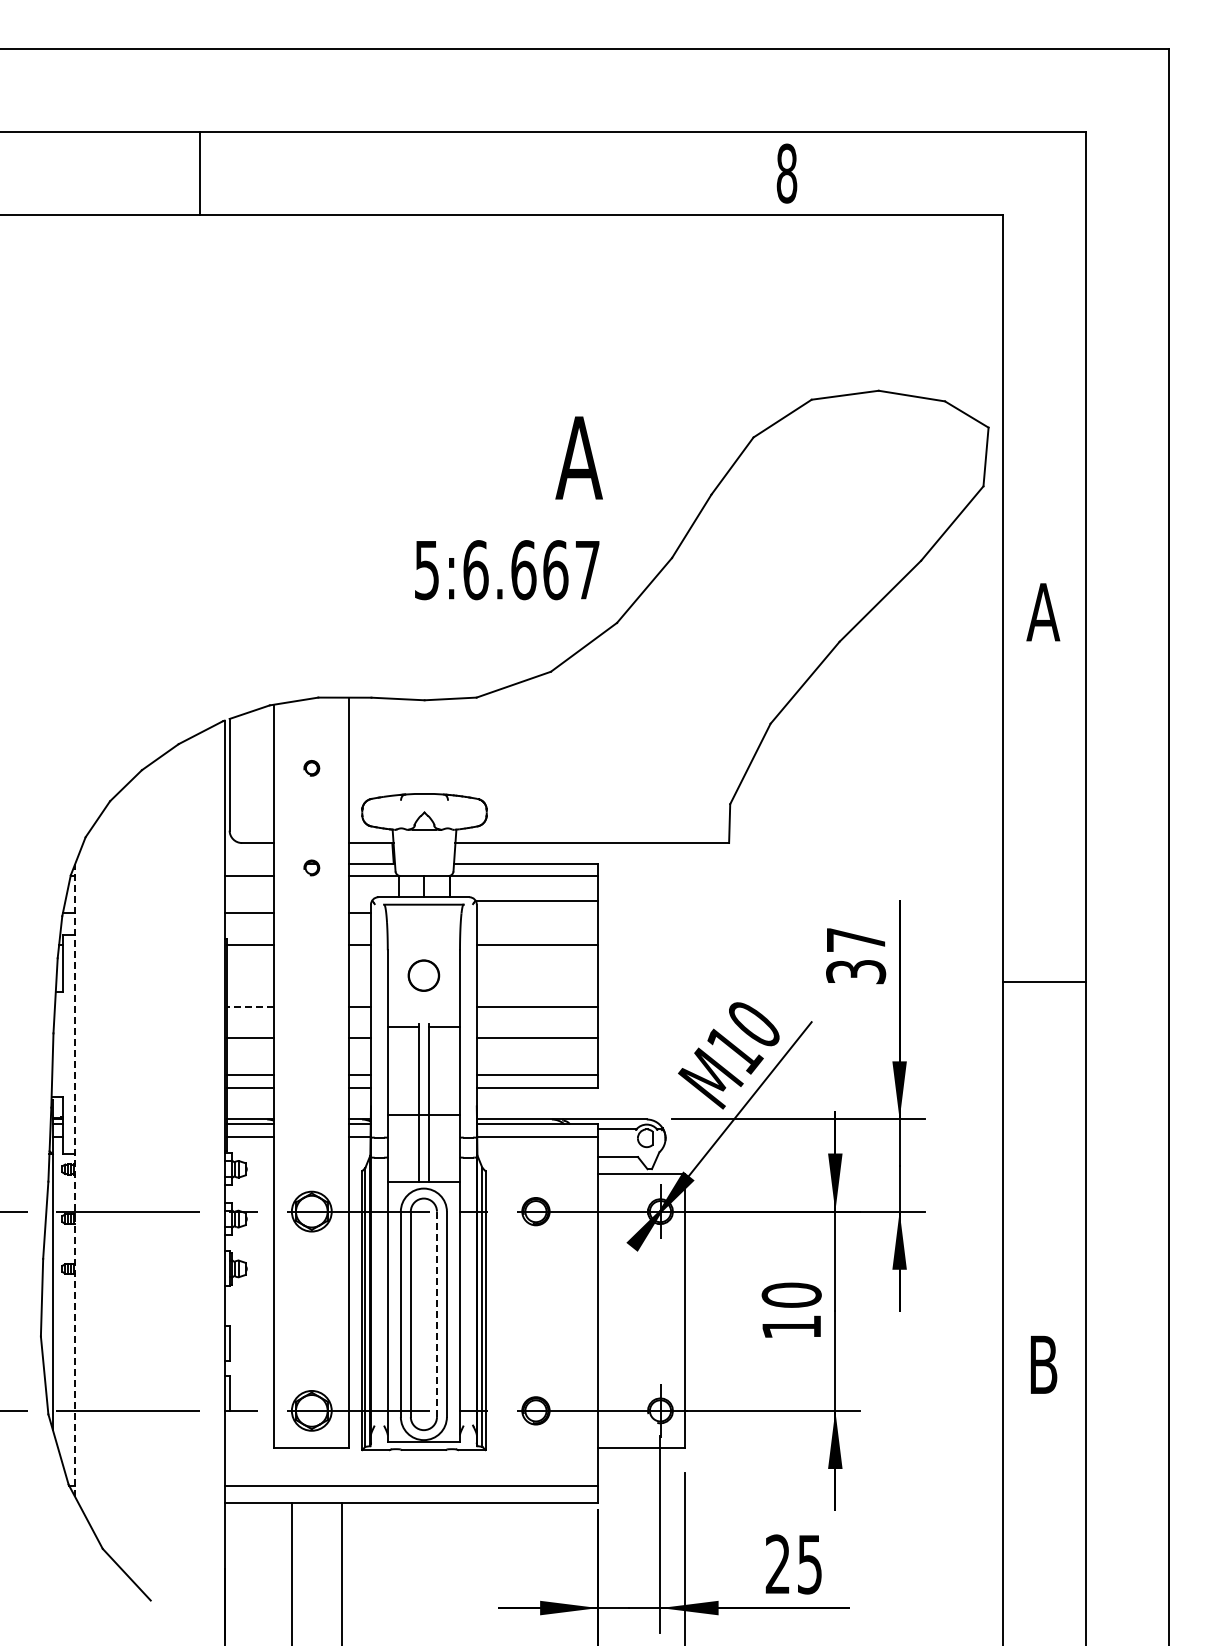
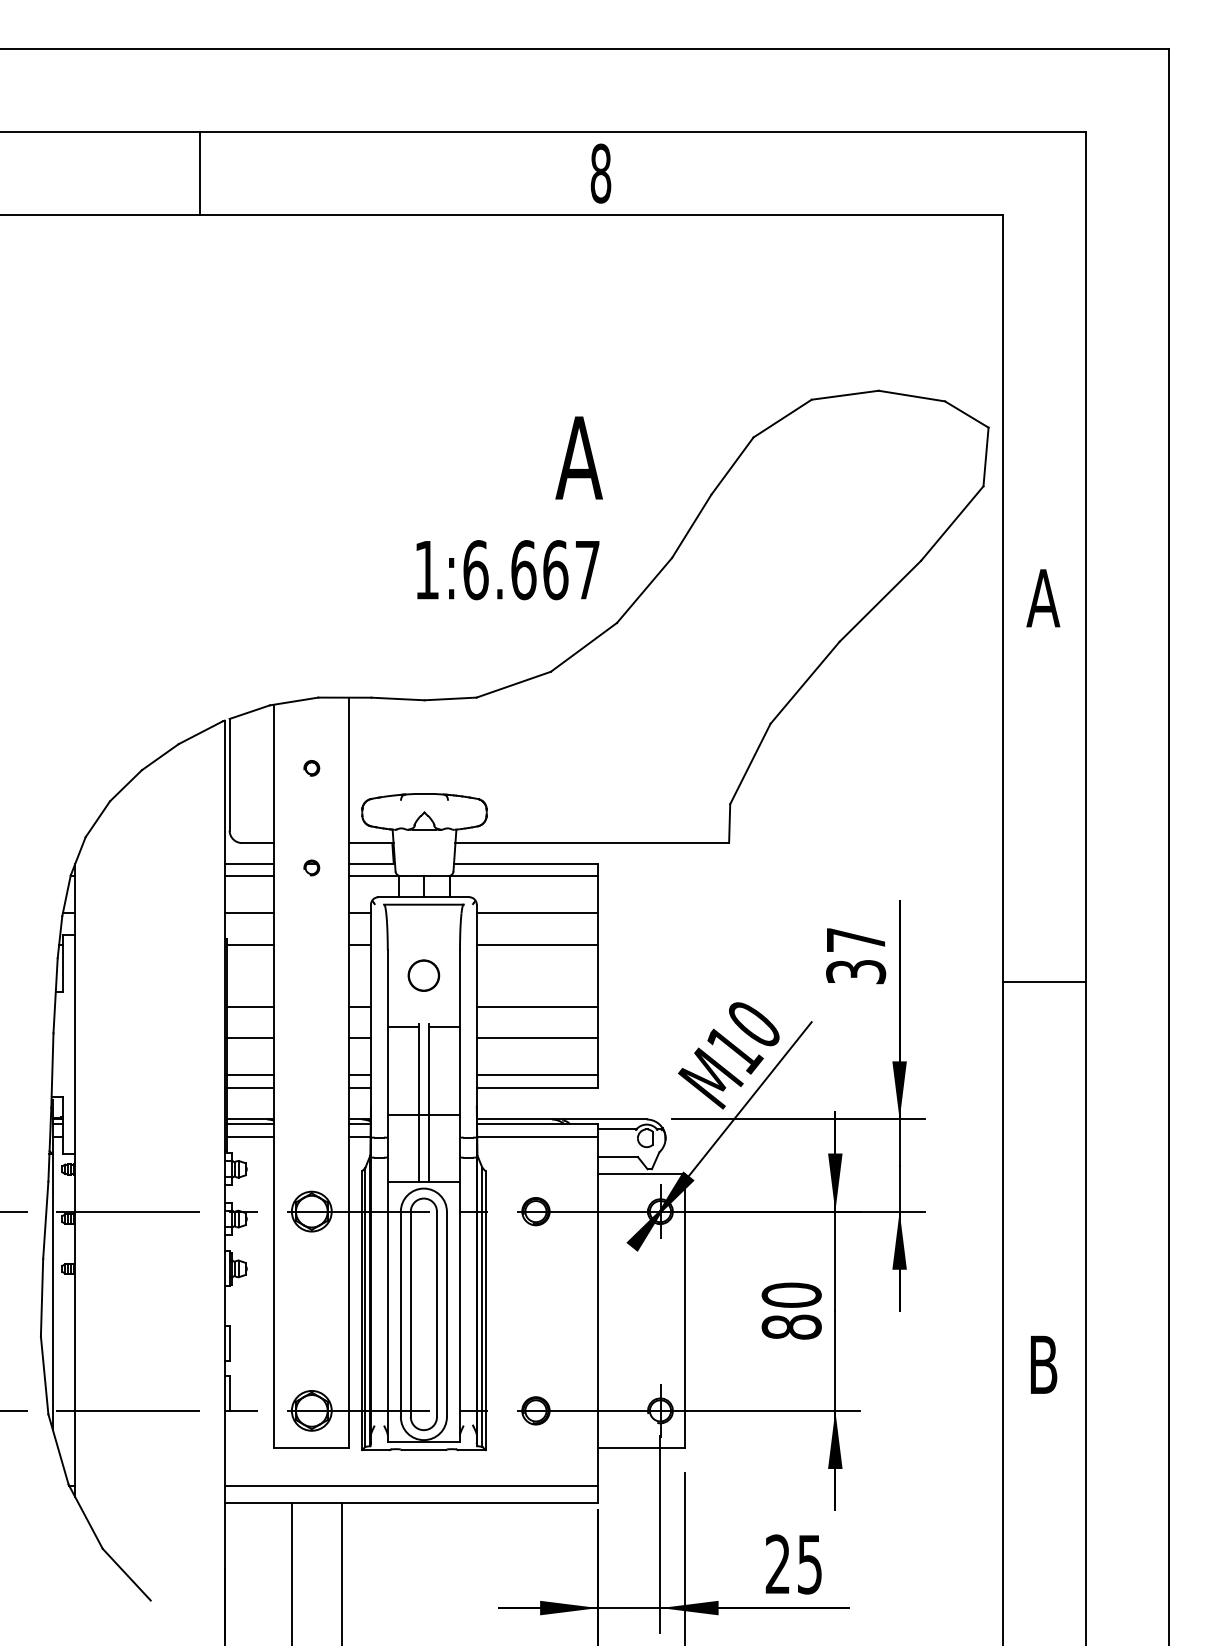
text at (786, 173) position: (786, 173) -> (600, 173)
text at (426, 570): 5:6.667 -> 1:6.667
text at (1043, 612) position: (1043, 612) -> (1043, 598)
line at (249, 863): none -> present
line at (537, 901) position: (537, 901) -> (537, 913)
line at (250, 1006): dashed -> solid
line at (75, 1180): dashed -> solid
line at (436, 1314): dashed -> solid
text at (791, 1326): 10 -> 80
